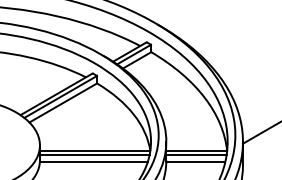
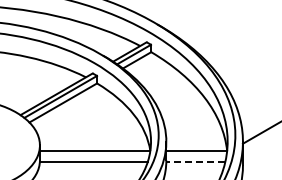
line at (94, 154): present -> none
line at (196, 154): present -> none
line at (195, 162): solid -> dashed
